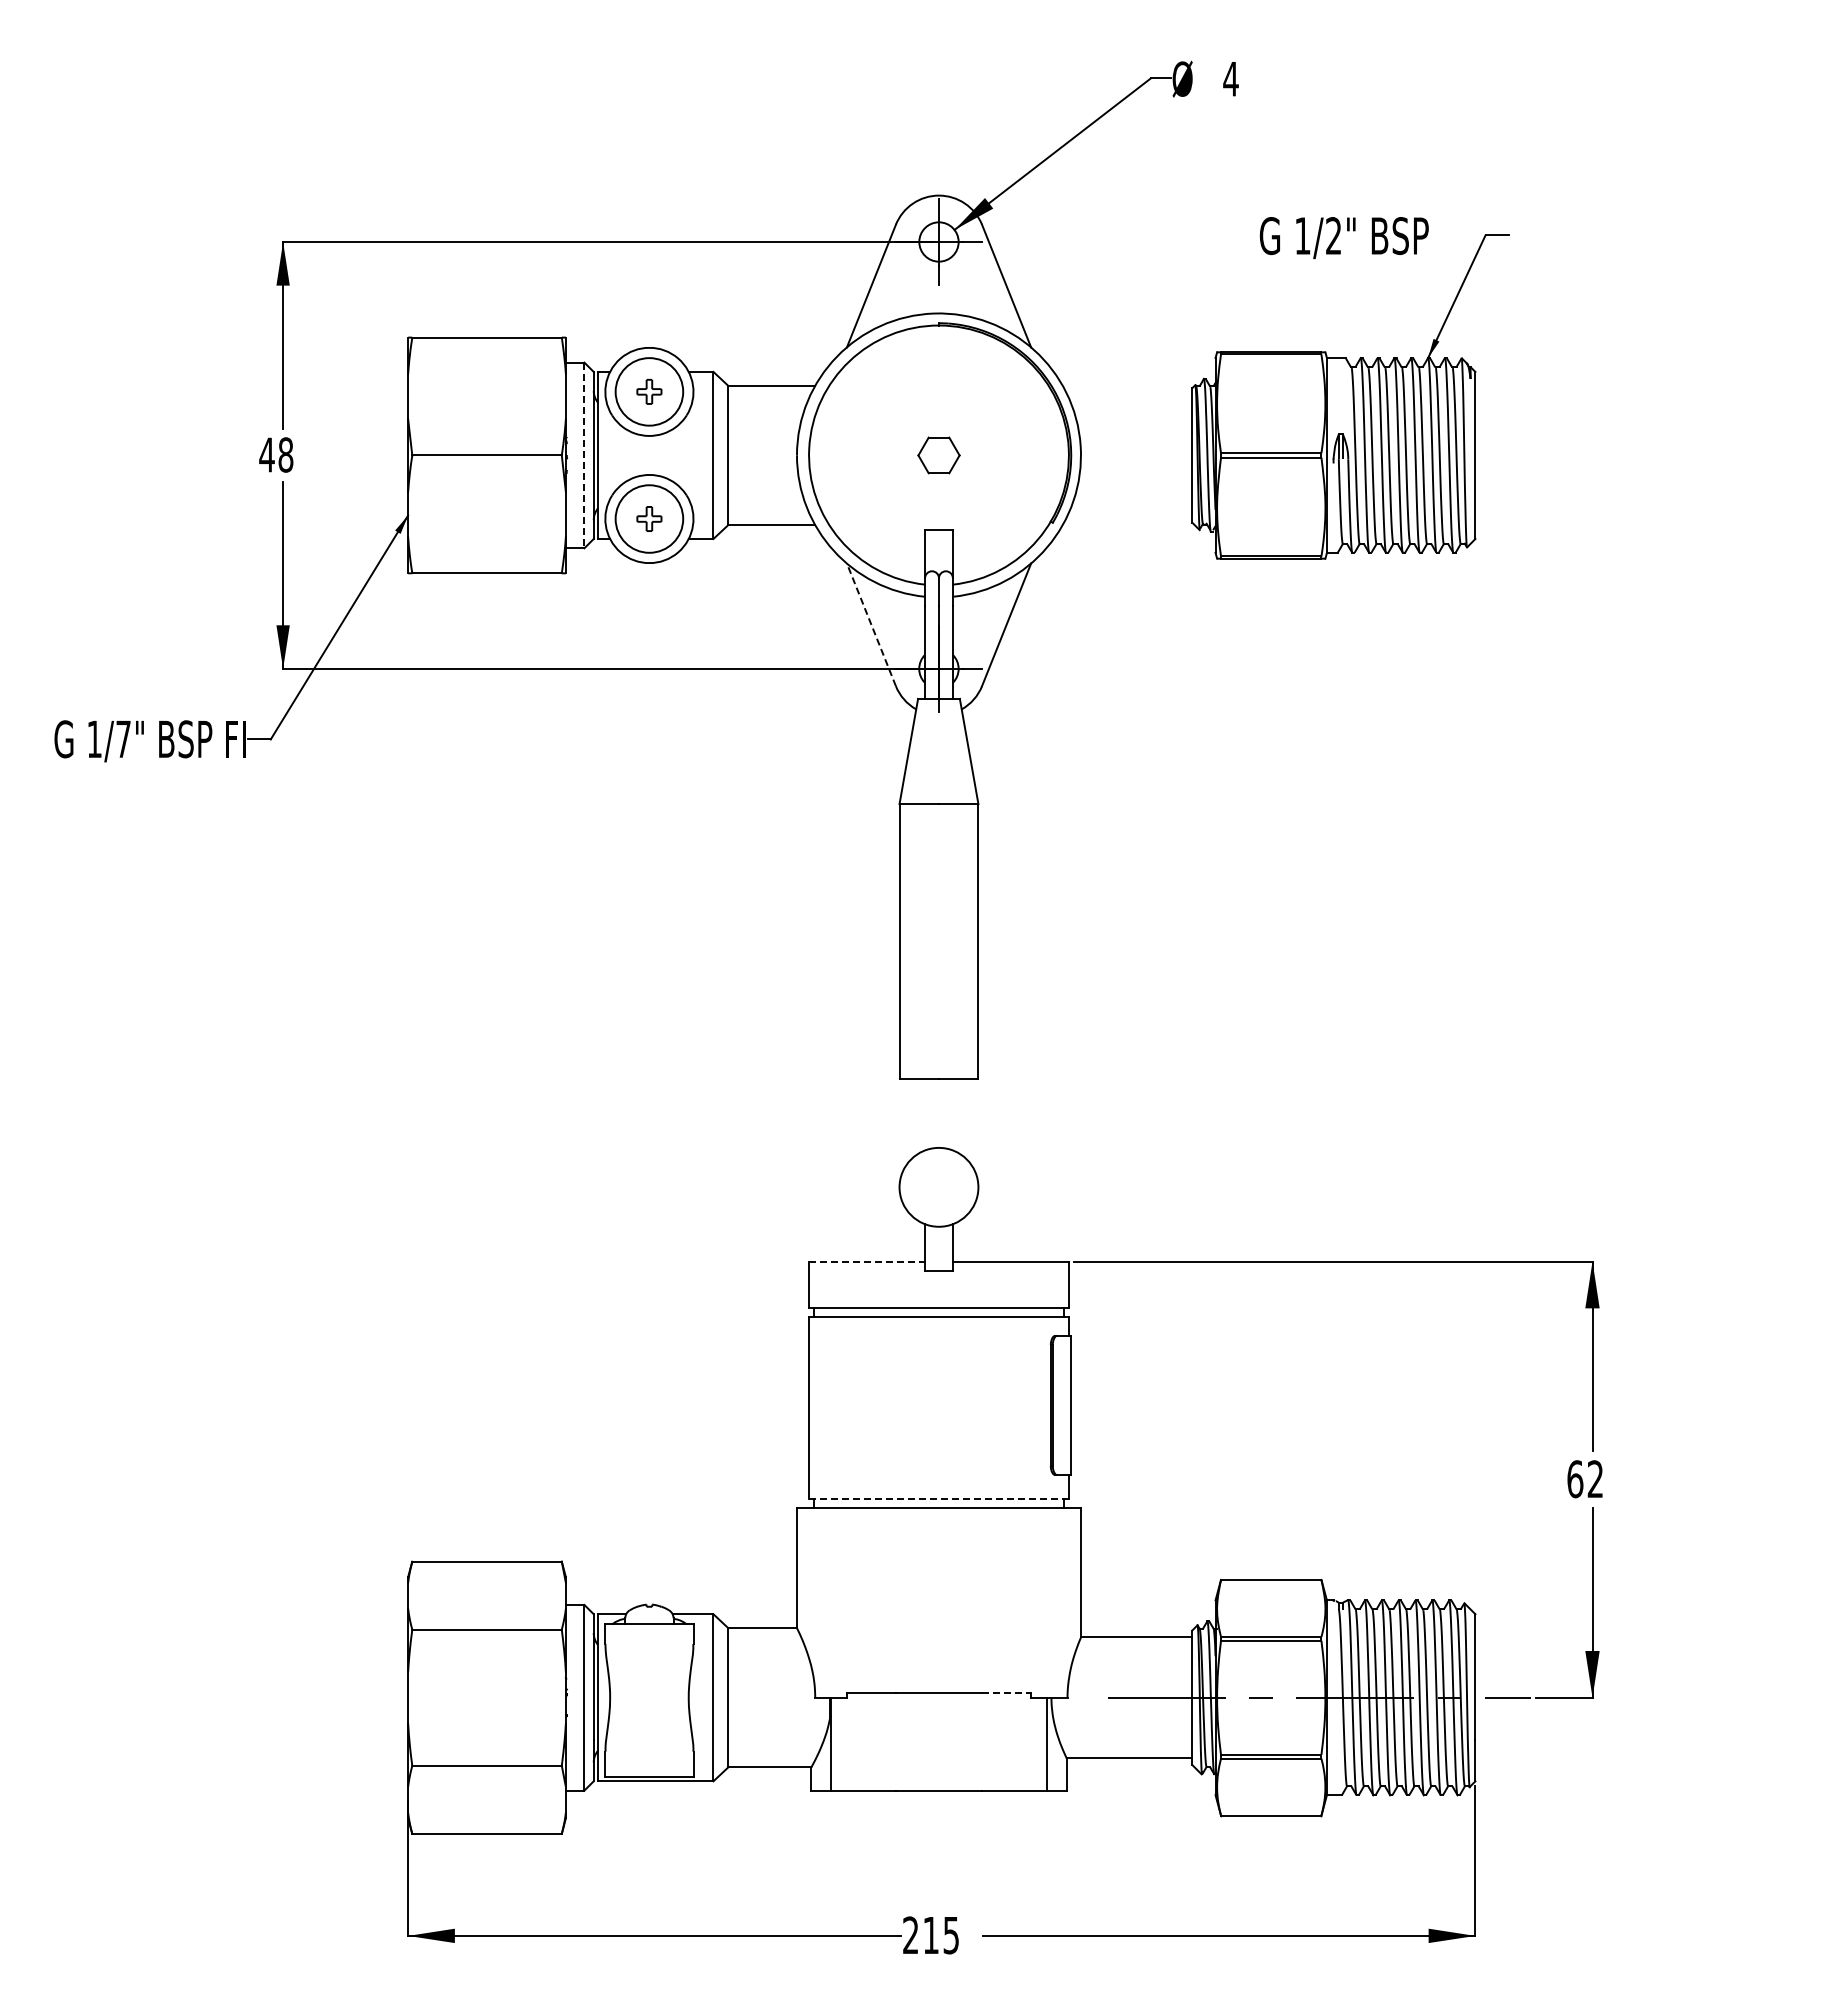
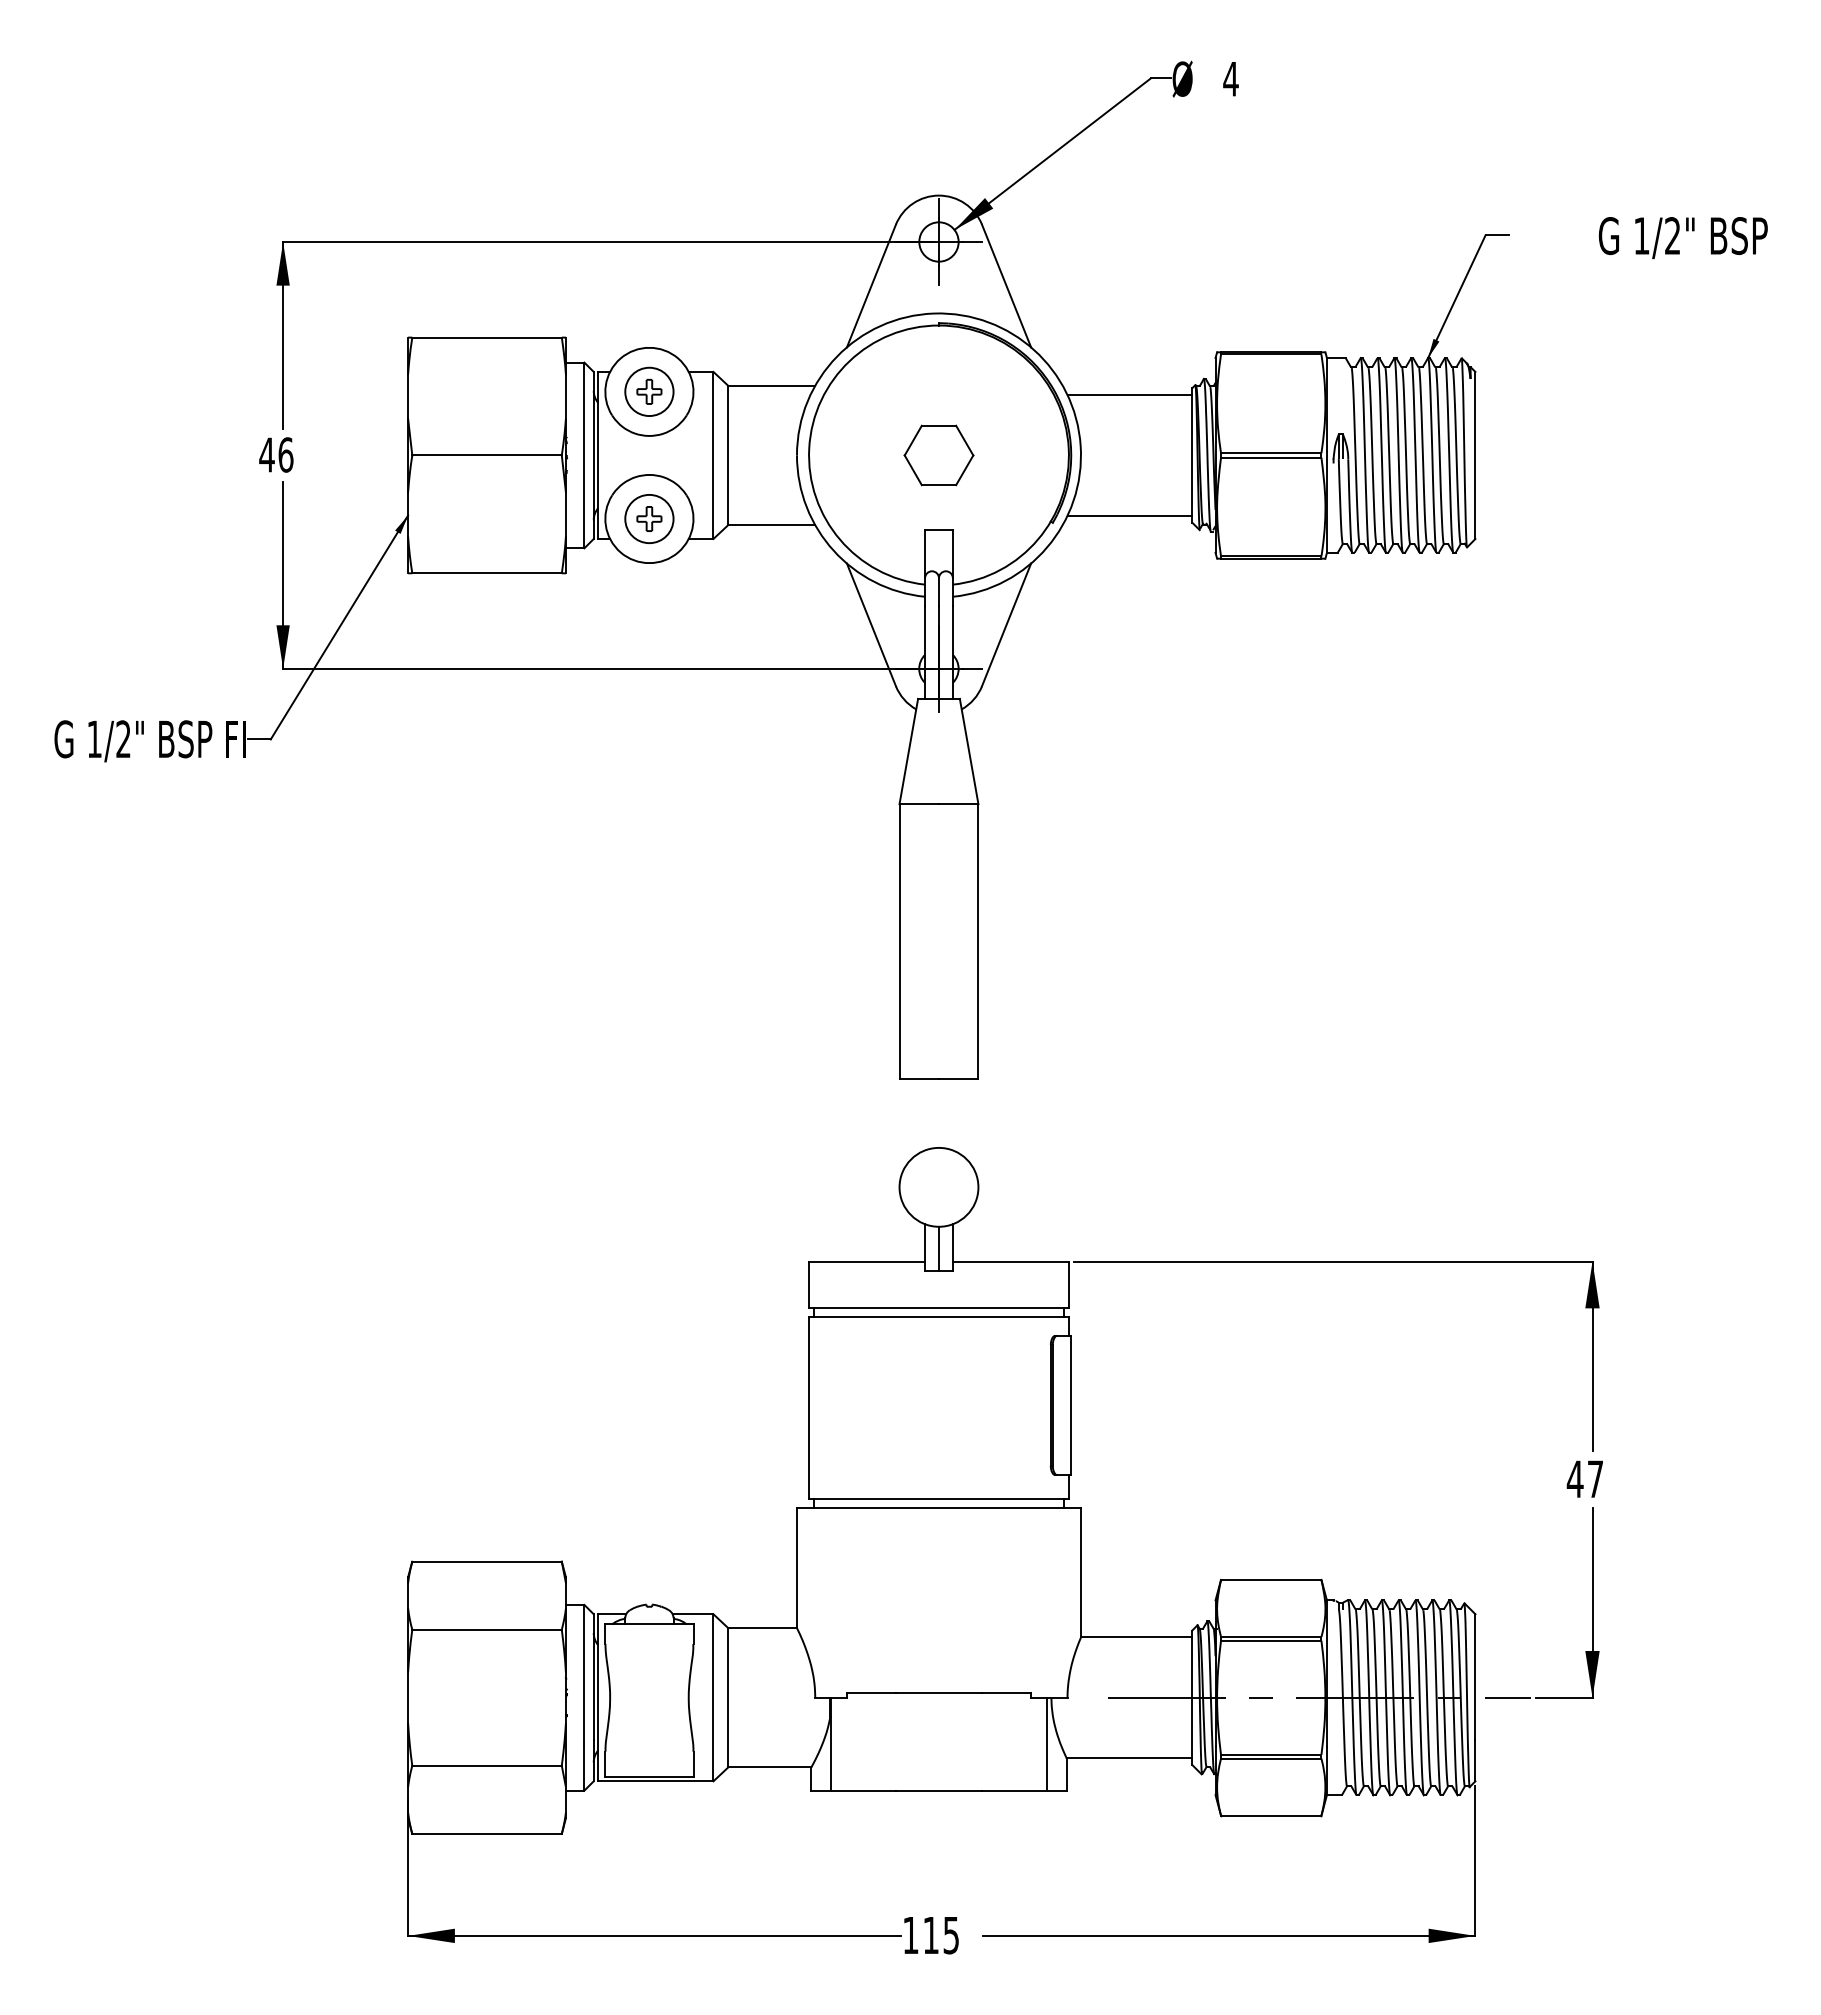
text at (1343, 238) position: (1343, 238) -> (1682, 238)
circle at (649, 391) diameter: 68 px -> 48 px
line at (1129, 395): none -> present
text at (285, 454): 48 -> 46
line at (584, 455): dashed -> solid
part at (938, 455) size: 44x39 px -> 72x63 px
line at (1129, 515): none -> present
circle at (649, 518) diameter: 68 px -> 48 px
line at (871, 624): dashed -> solid
text at (123, 738): 1/7" -> 1/2"
line at (938, 1248): none -> present
line at (867, 1261): dashed -> solid
text at (1584, 1479): 62 -> 47
line at (938, 1499): dashed -> solid
line at (1006, 1693): dashed -> solid
text at (910, 1934): 215 -> 115
